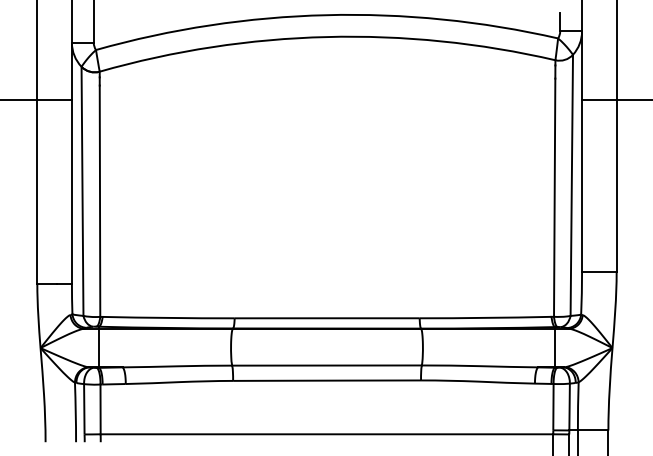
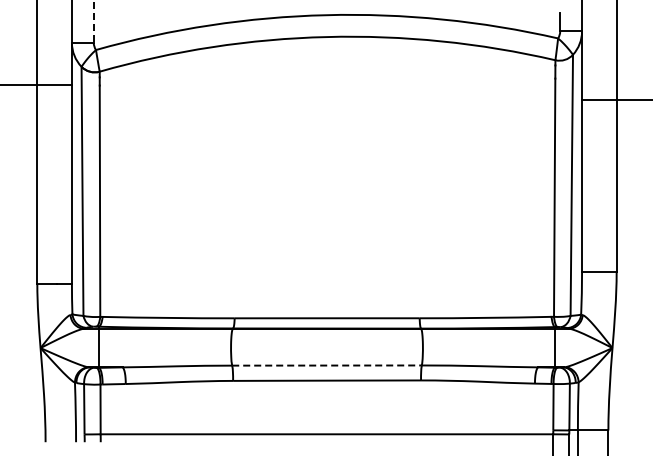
line at (93, 21): solid -> dashed
line at (36, 100) position: (36, 100) -> (36, 85)
line at (327, 365): solid -> dashed
